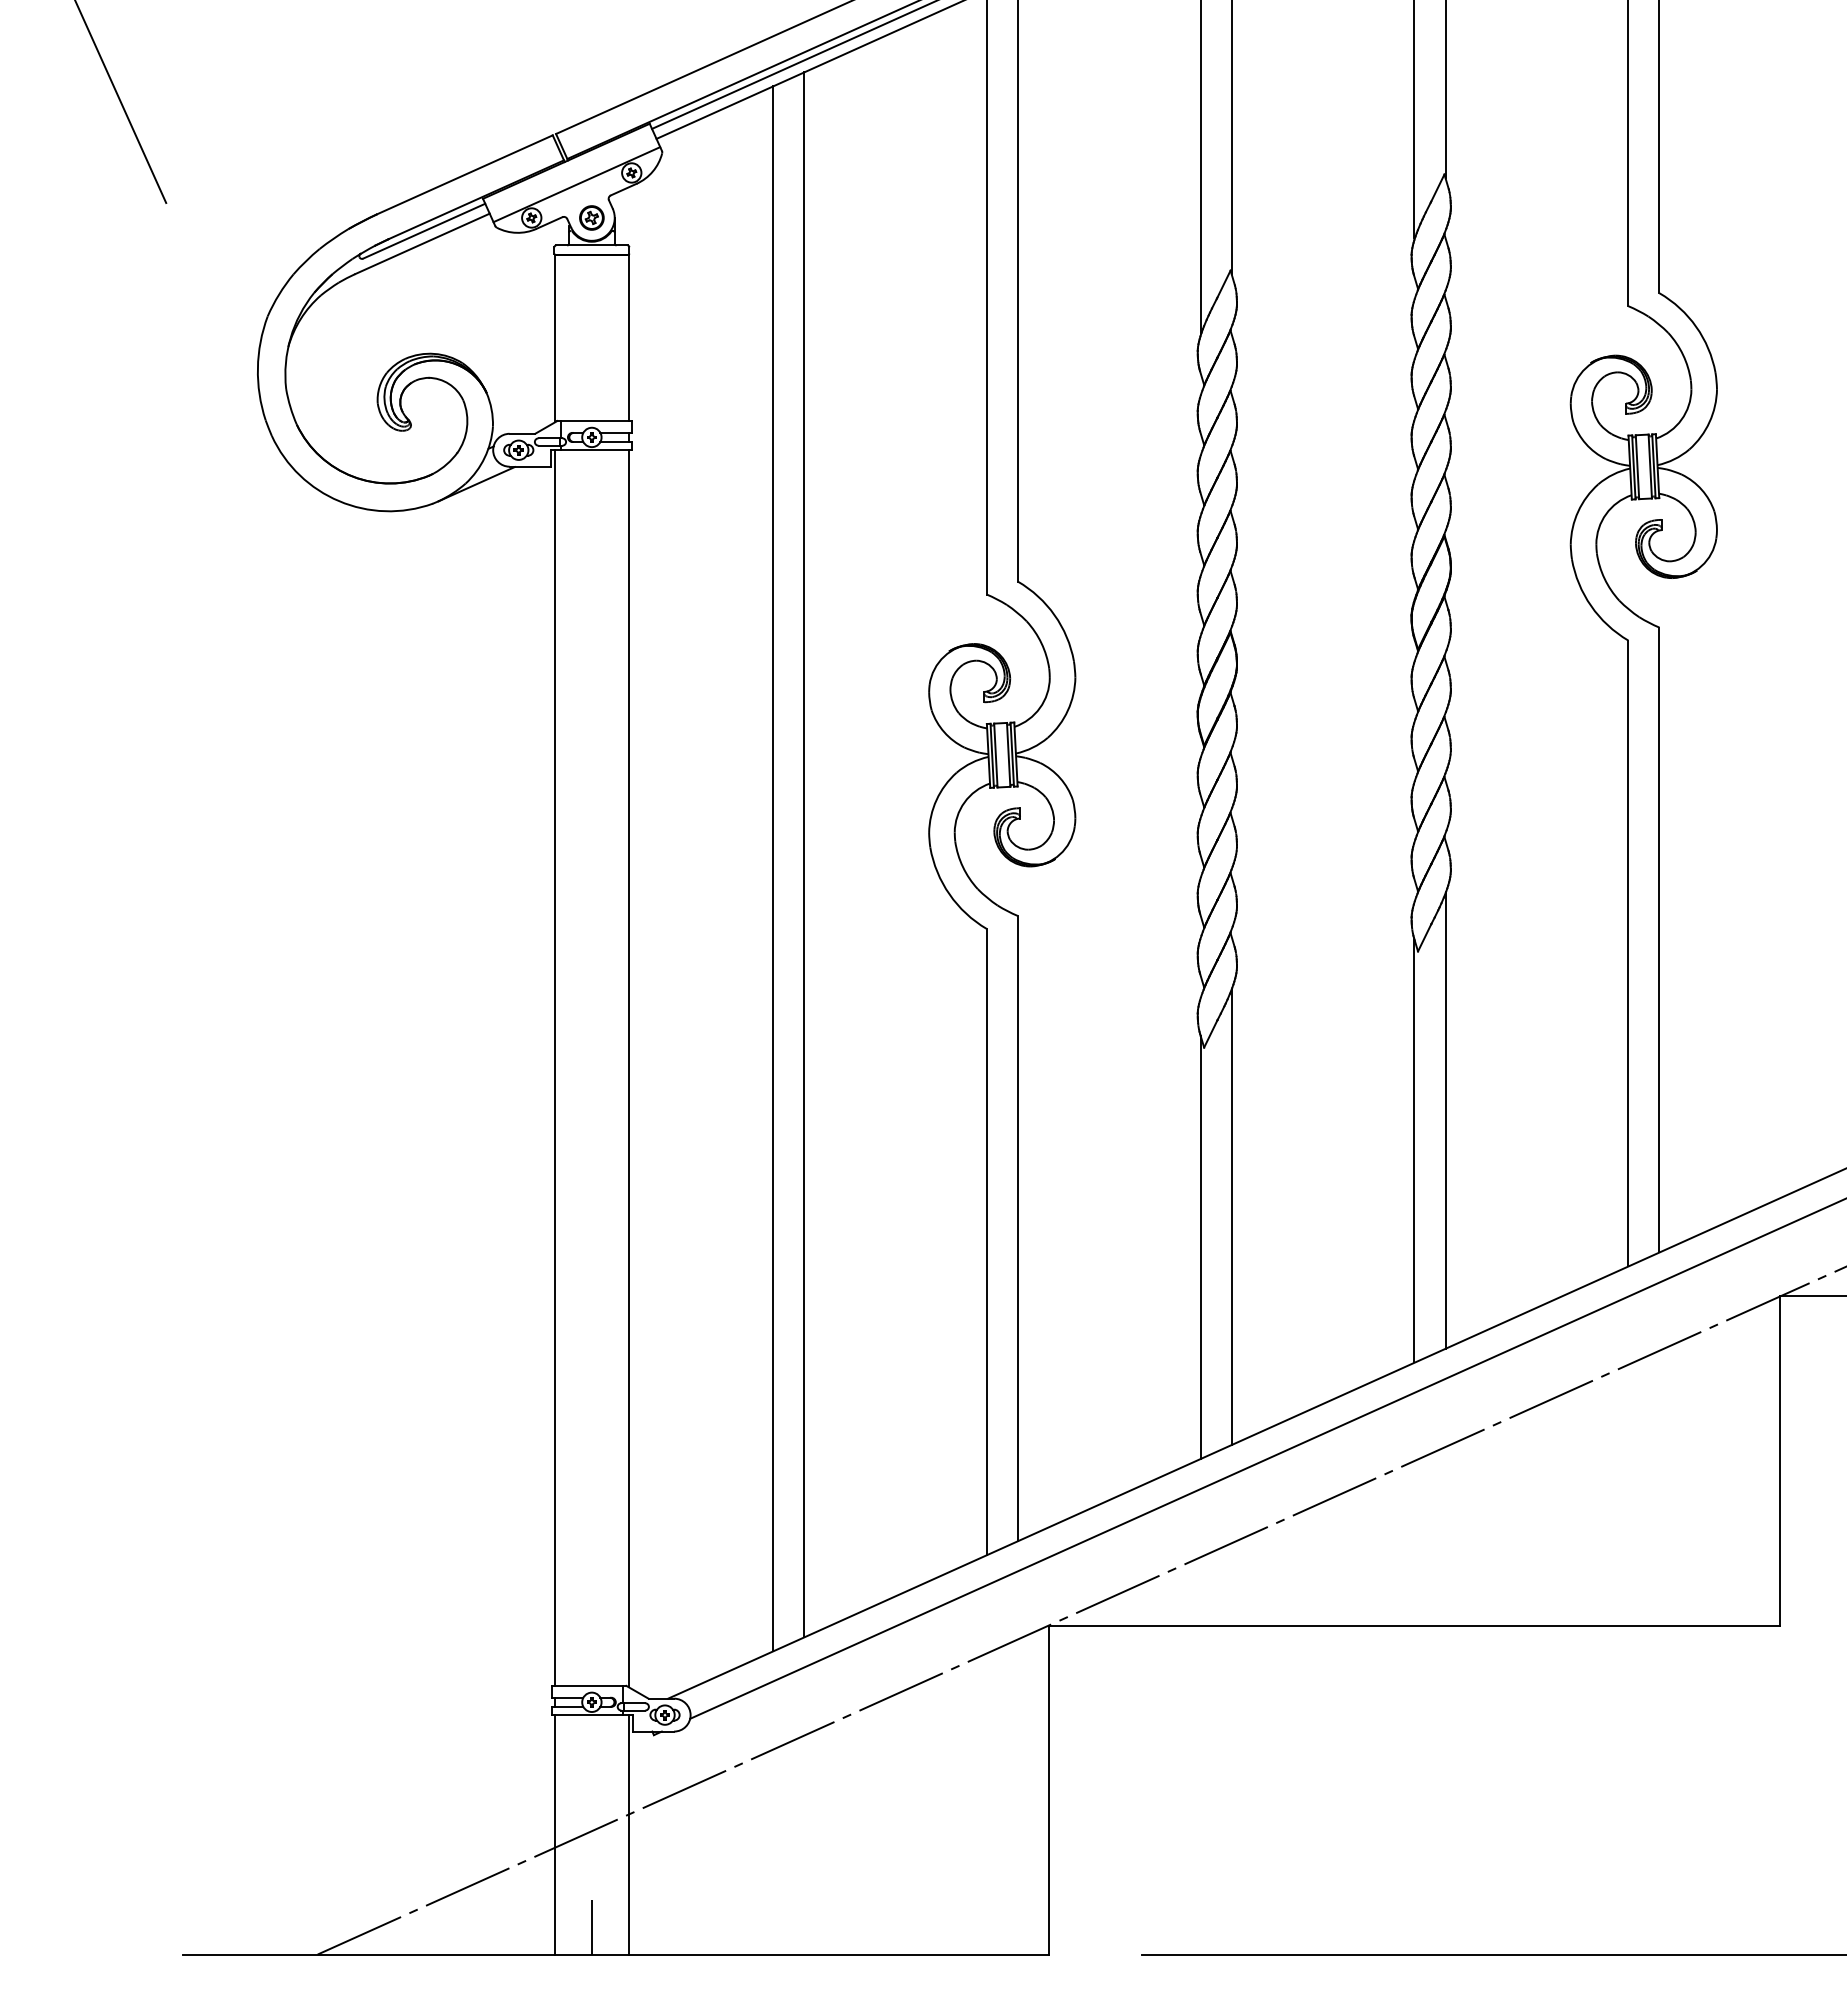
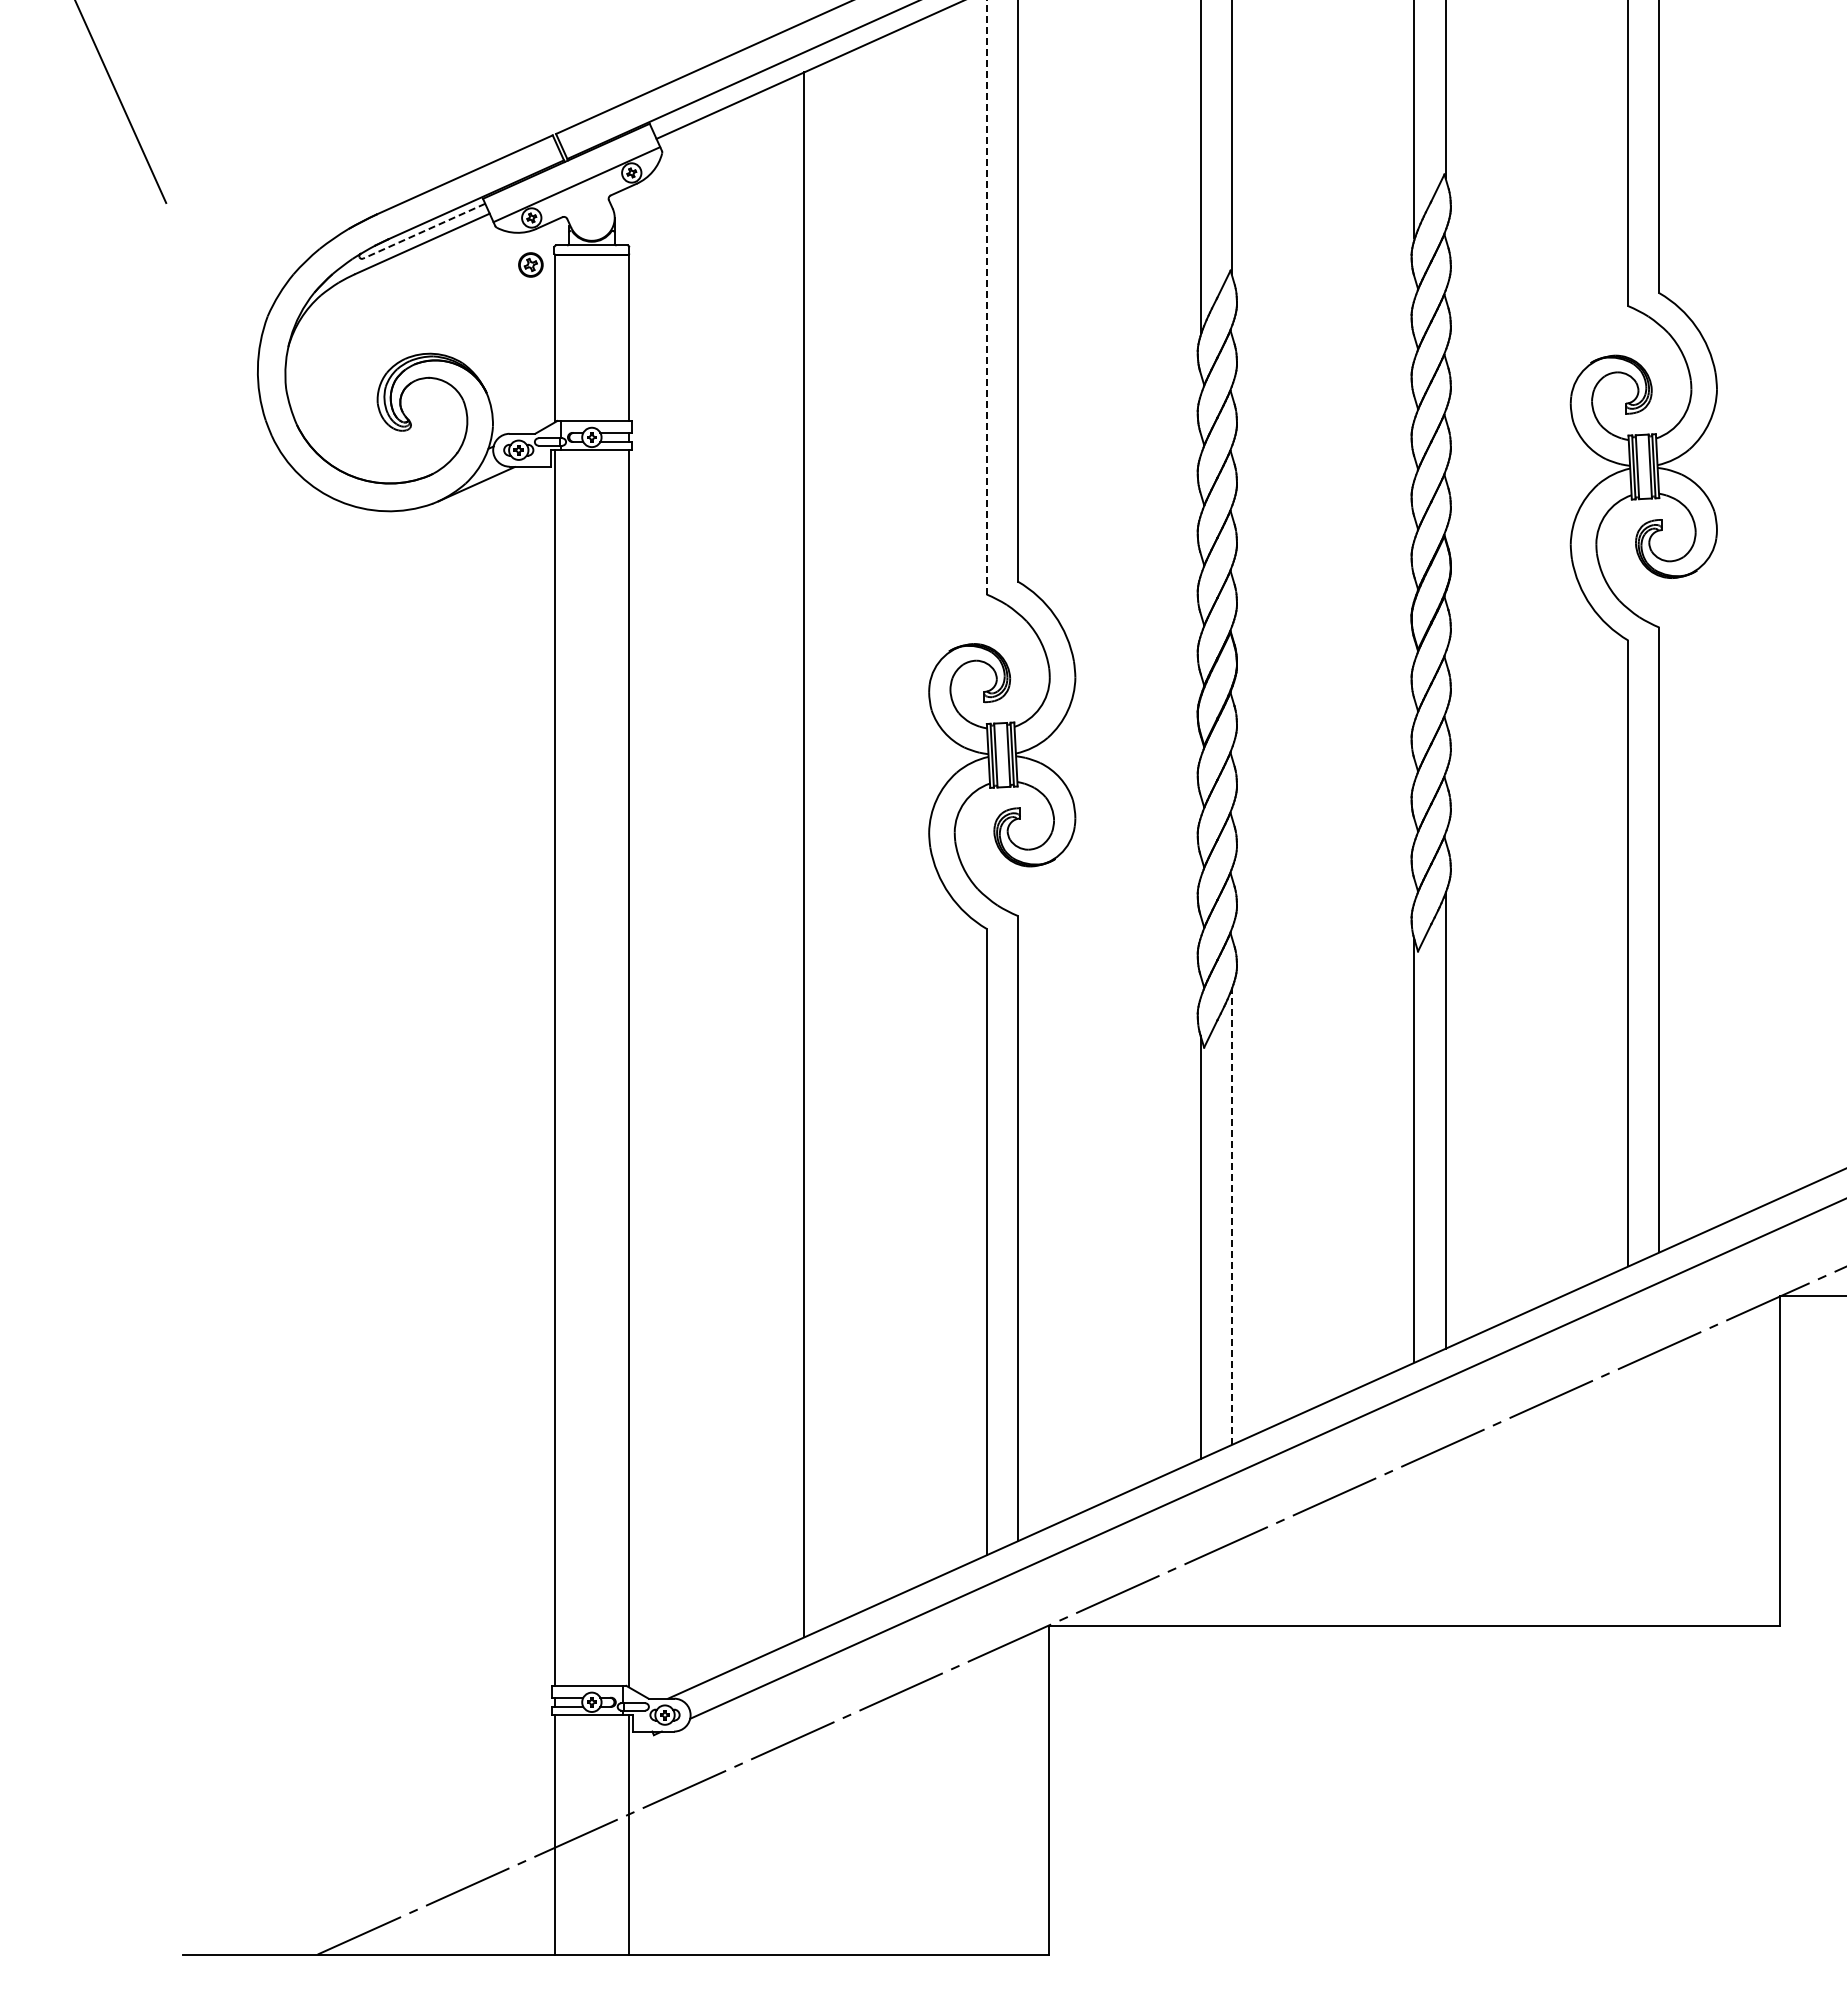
line at (792, 65): present -> none
part at (591, 217) position: (591, 217) -> (530, 264)
line at (424, 231): solid -> dashed
line at (986, 297): solid -> dashed
line at (772, 867): present -> none
line at (1231, 1217): solid -> dashed
line at (591, 1927): present -> none
line at (1492, 1954): present -> none
